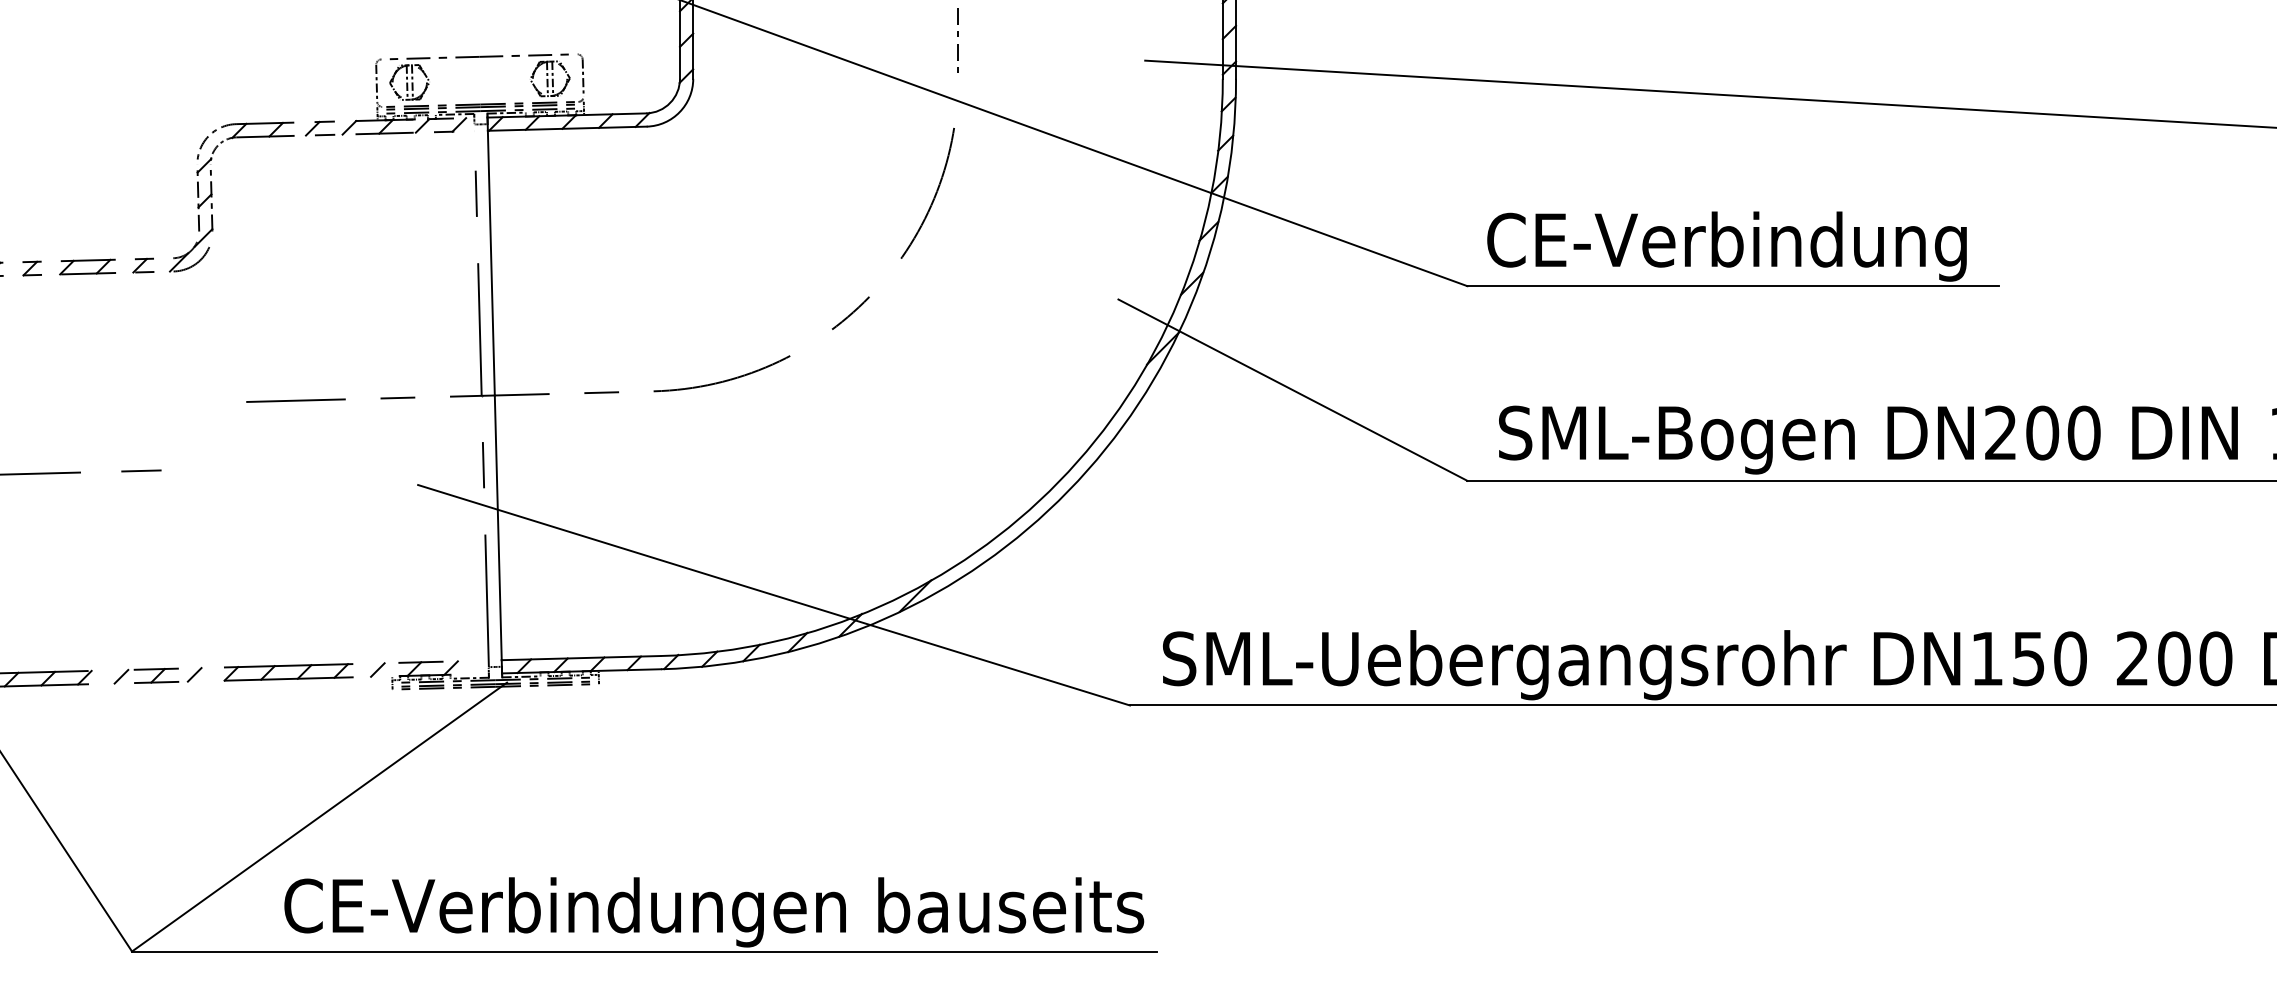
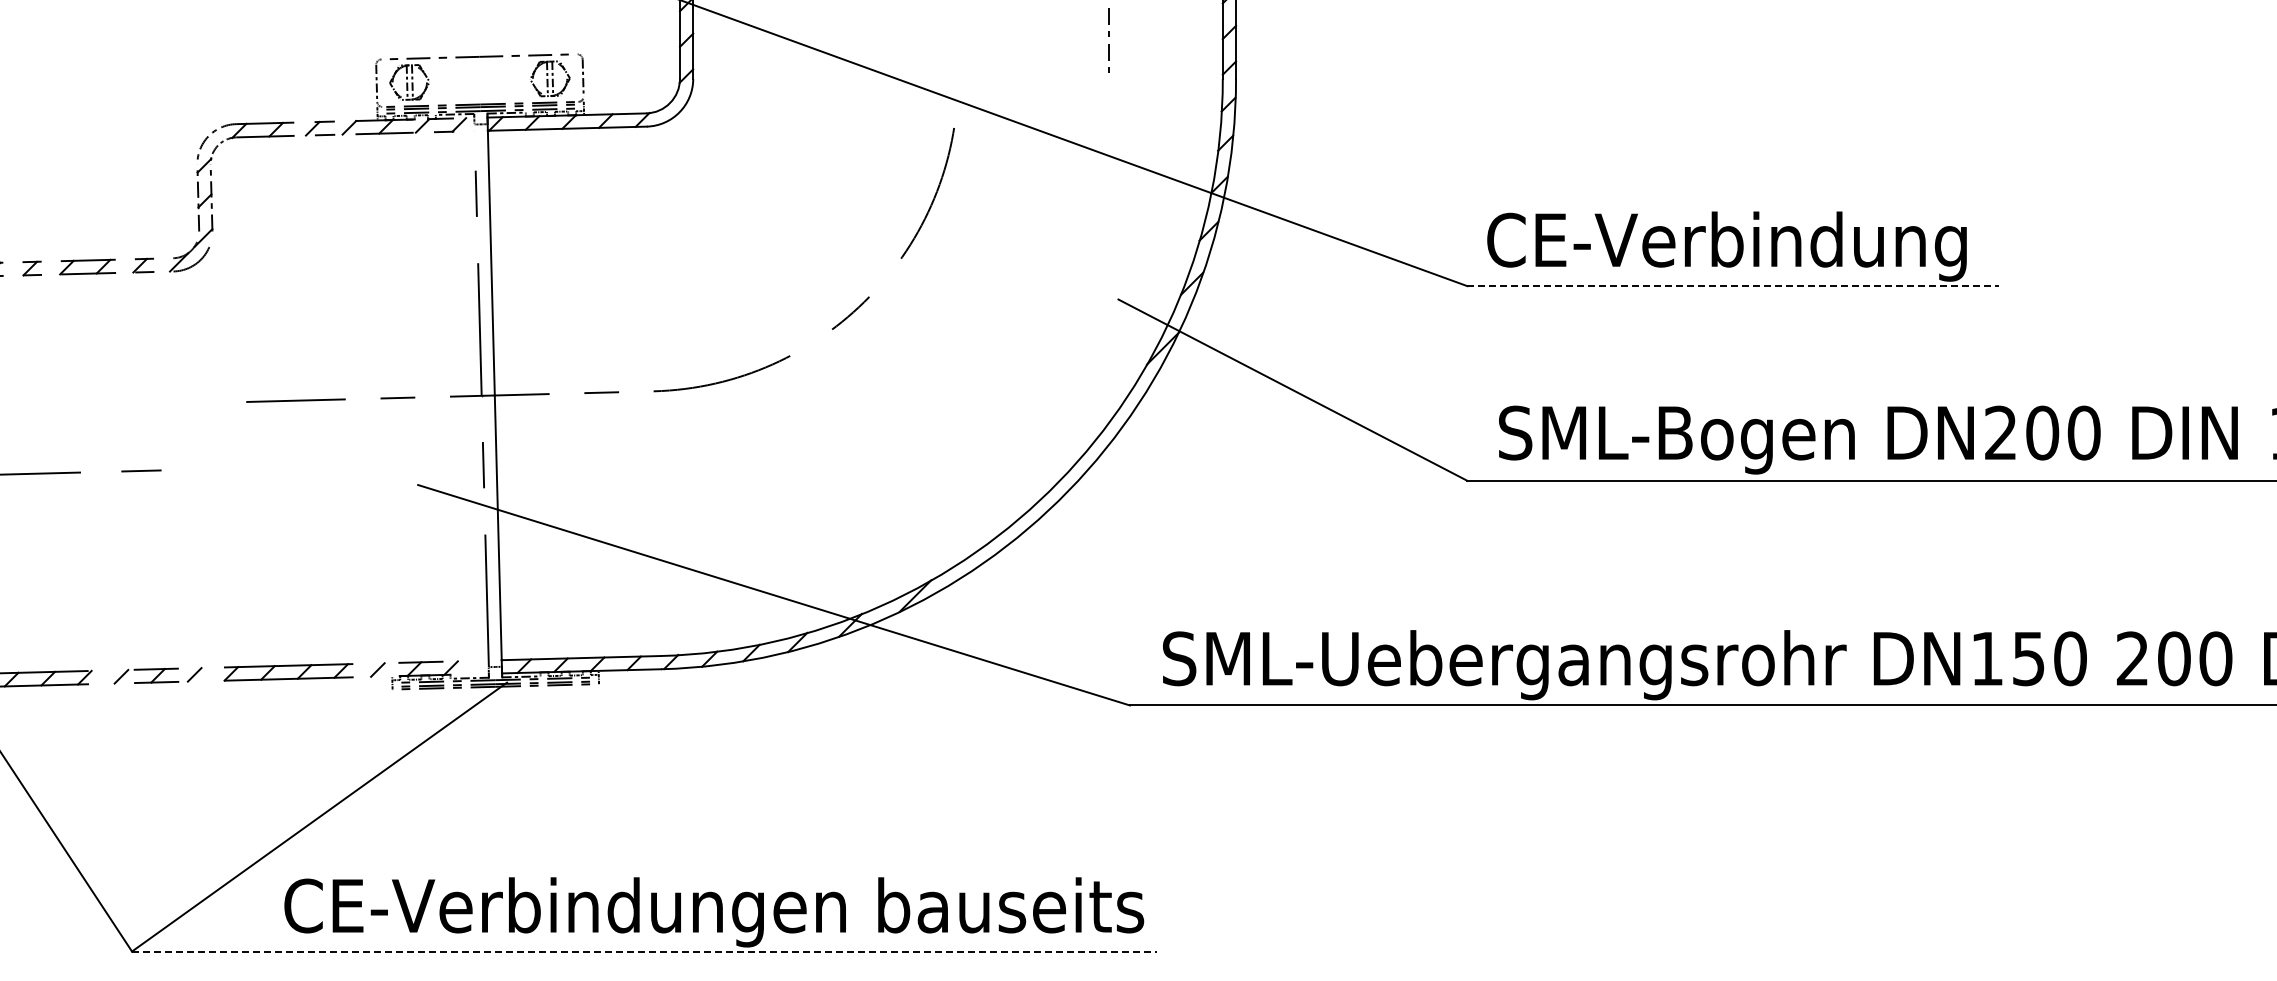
line at (957, 36) position: (957, 36) -> (1108, 36)
line at (1709, 93): present -> none
line at (1733, 286): solid -> dashed
line at (645, 951): solid -> dashed
